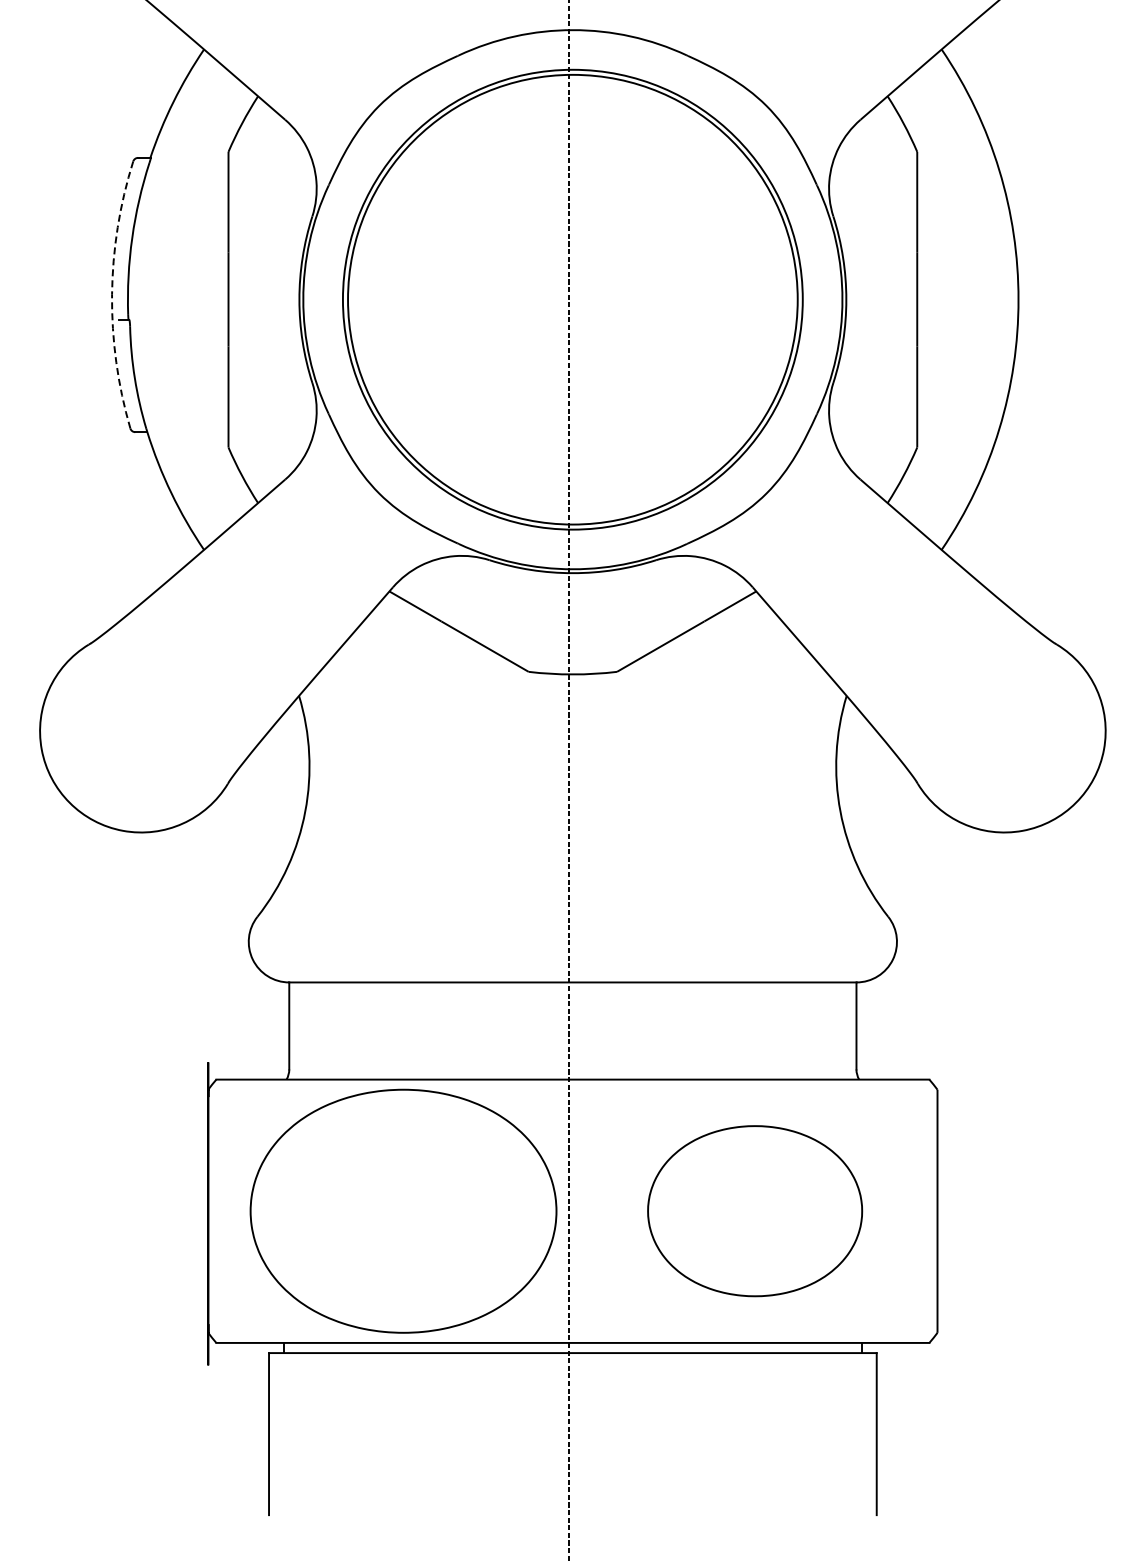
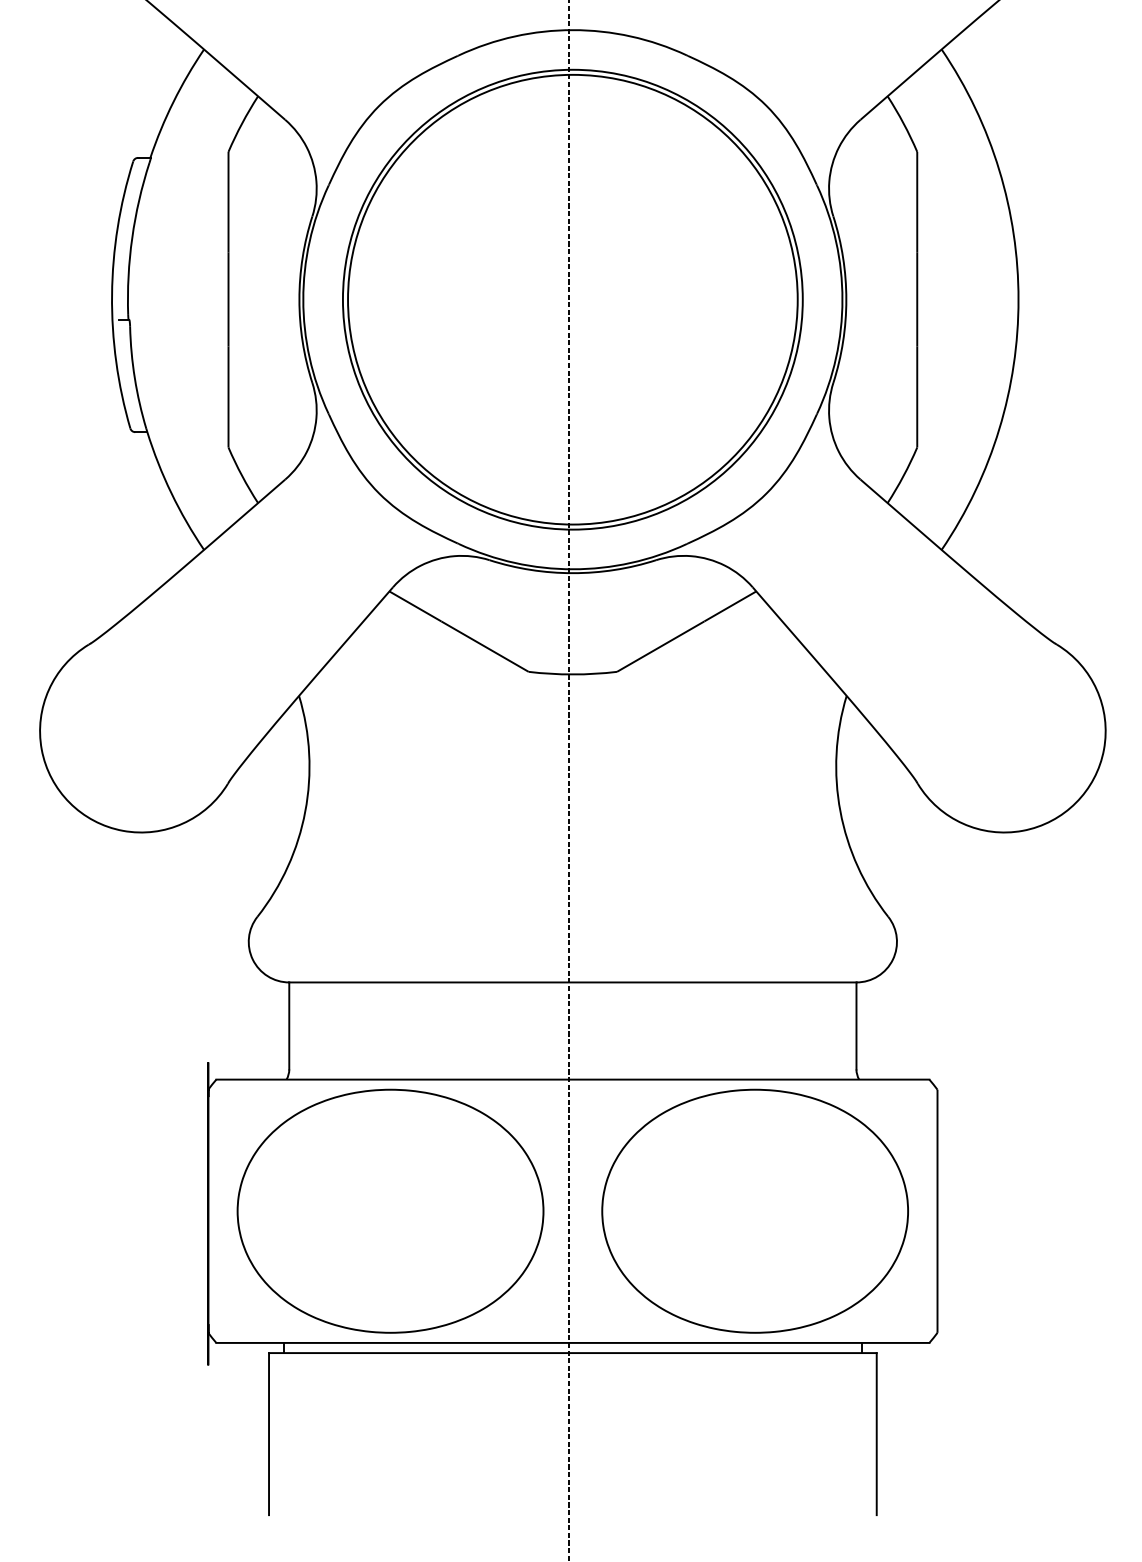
arc at (112, 294): dashed -> solid
part at (403, 1210) position: (403, 1210) -> (390, 1210)
part at (755, 1211) size: 217x173 px -> 308x246 px
